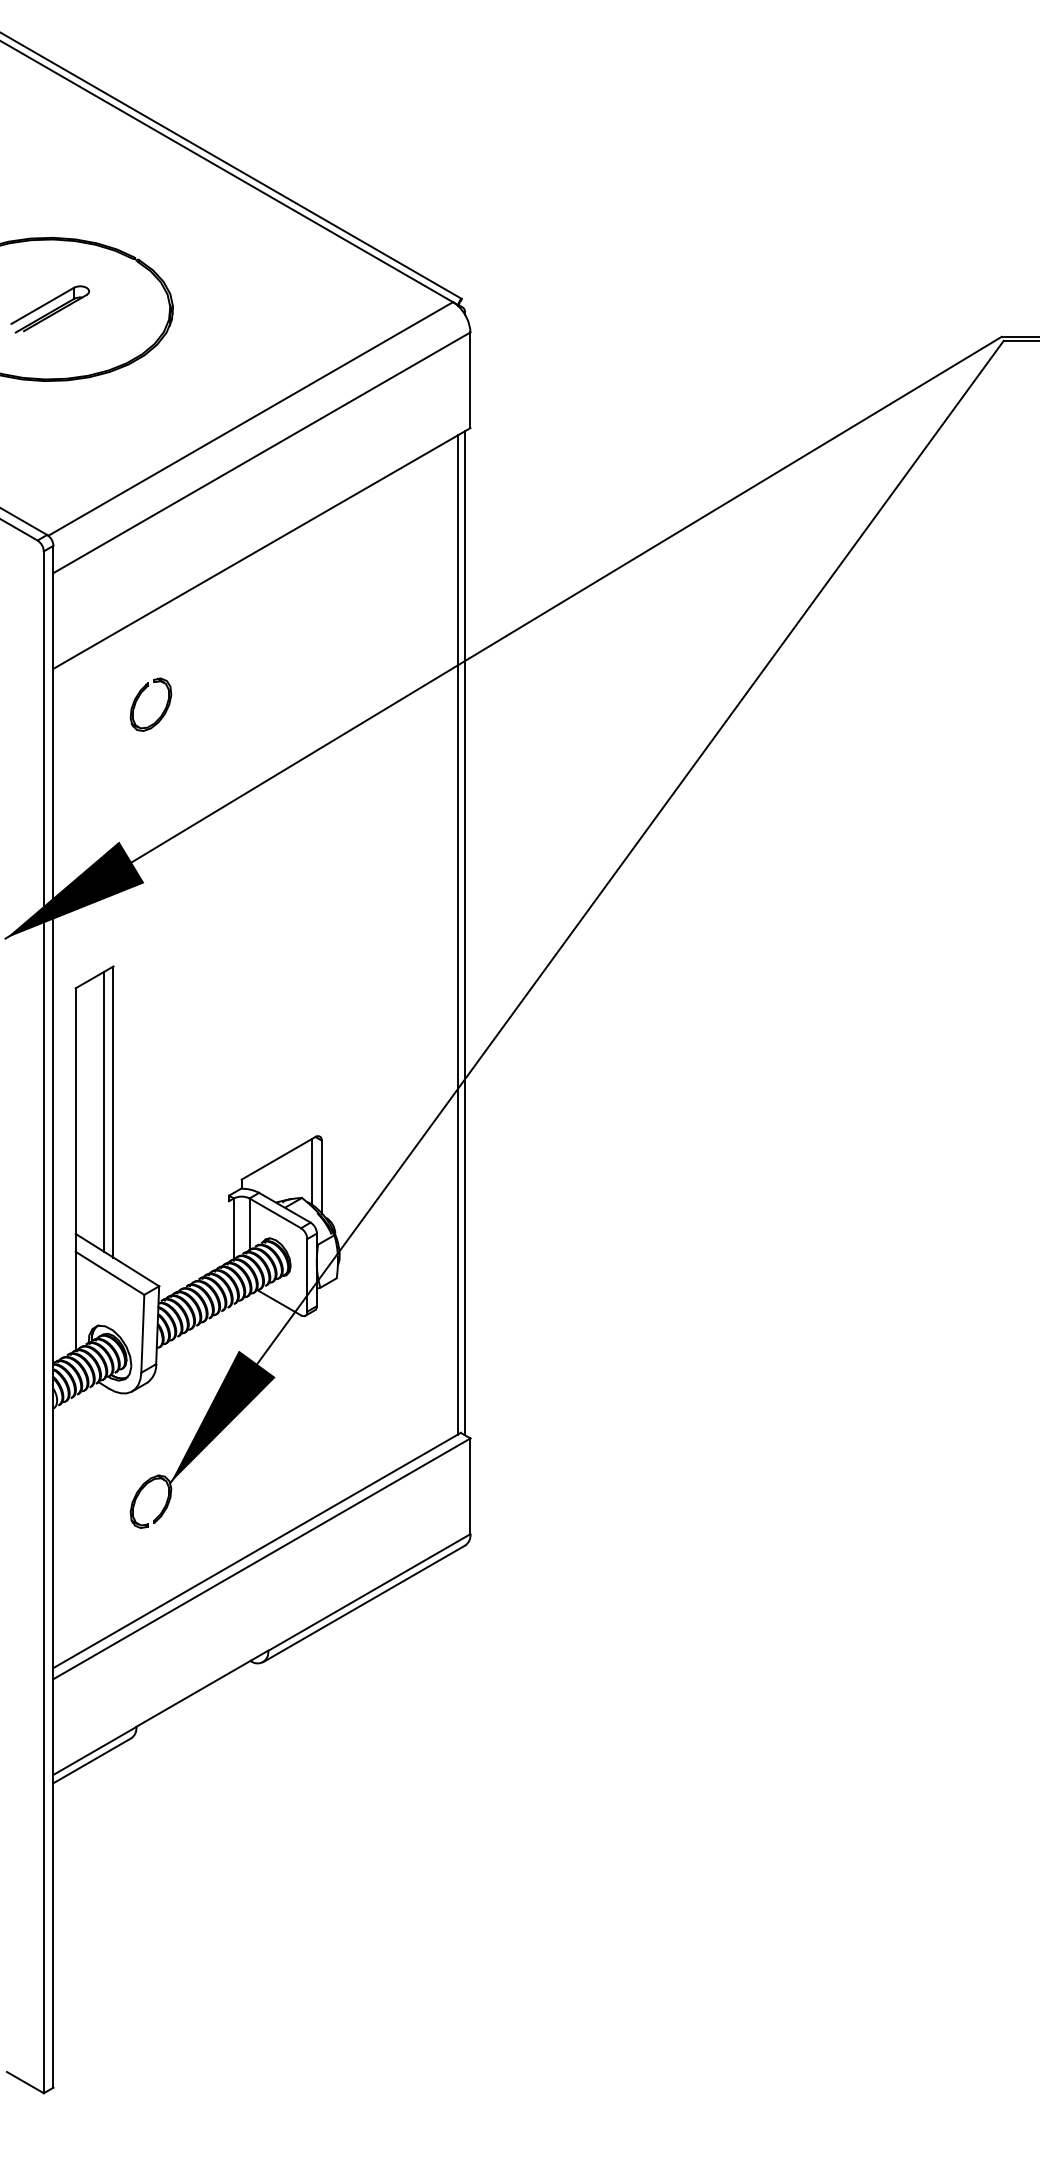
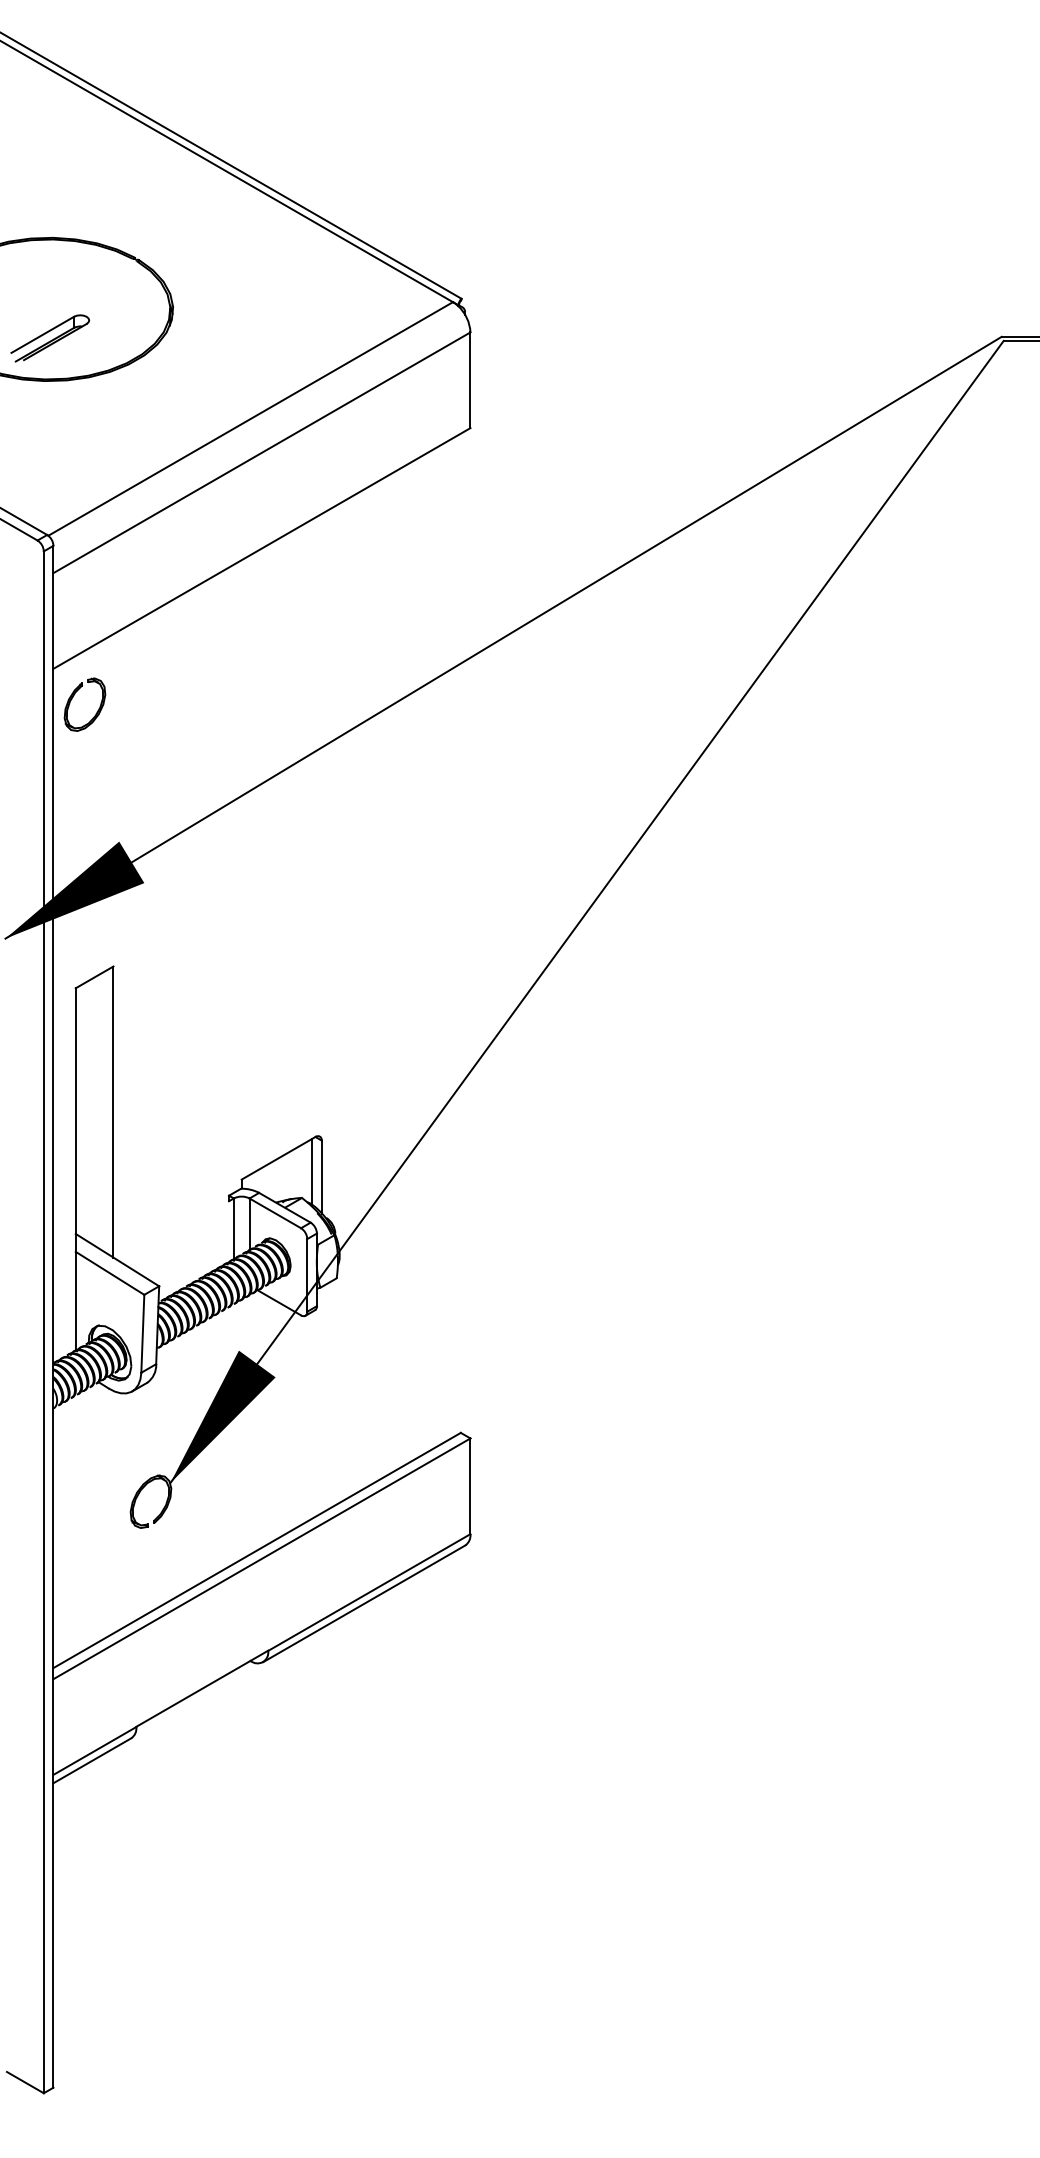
part at (50, 309) position: (50, 309) -> (50, 338)
part at (138, 699) position: (138, 699) -> (72, 699)
line at (465, 933): present -> none
line at (458, 934): present -> none
line at (103, 1111): present -> none
